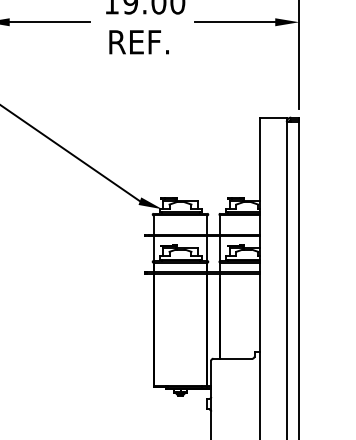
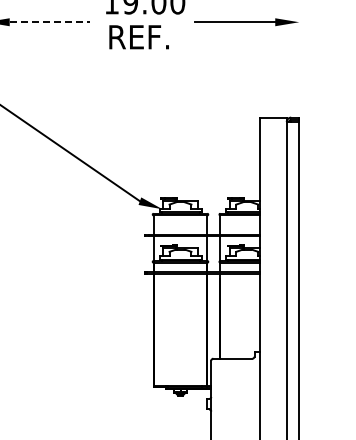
line at (50, 22): solid -> dashed
text at (138, 42) position: (138, 42) -> (138, 37)
line at (299, 55): present -> none
